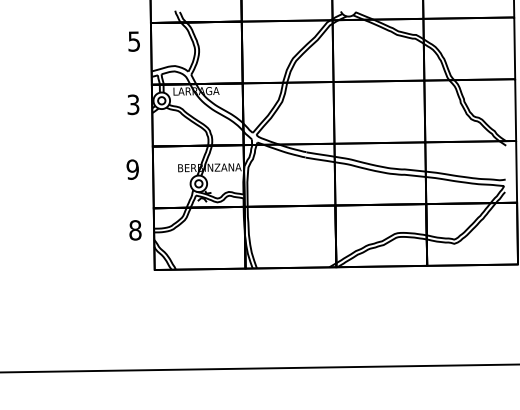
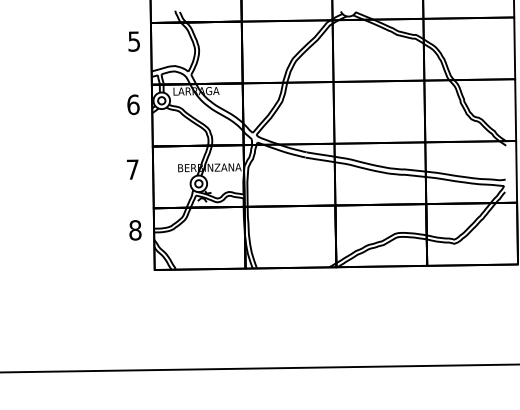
text at (133, 104): 3 -> 6
text at (132, 169): 9 -> 7
